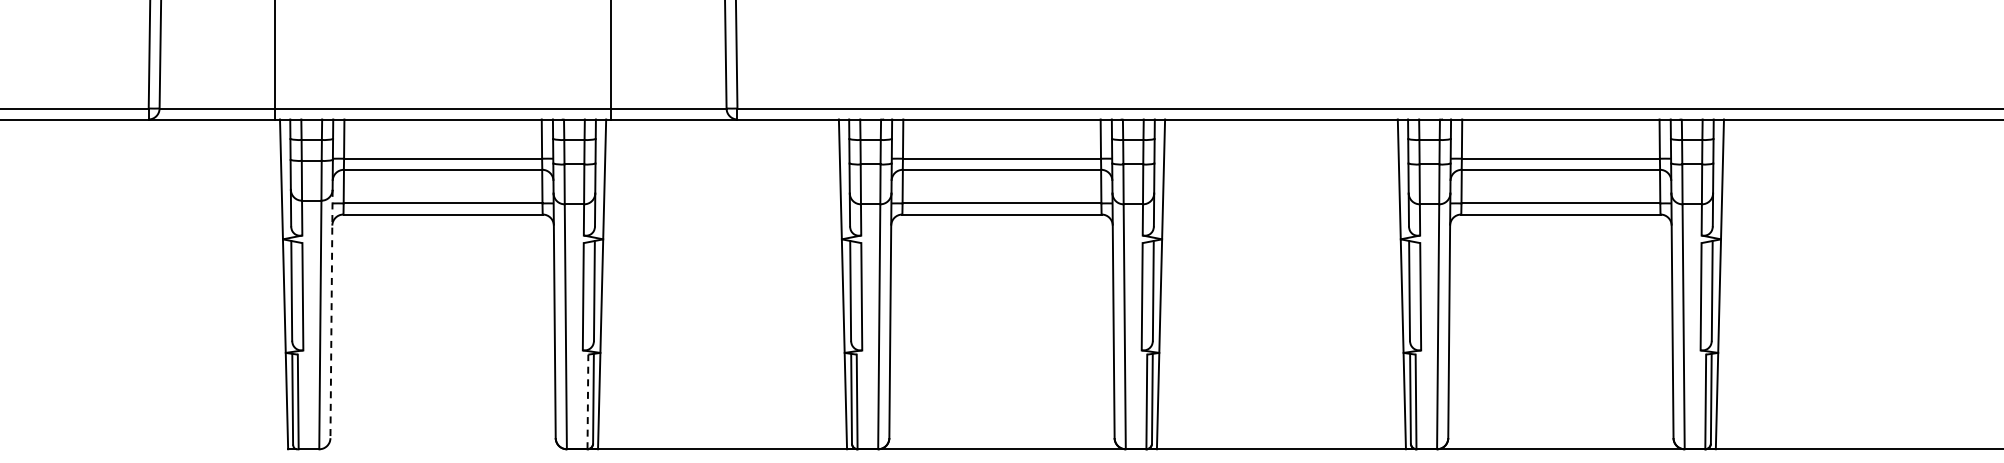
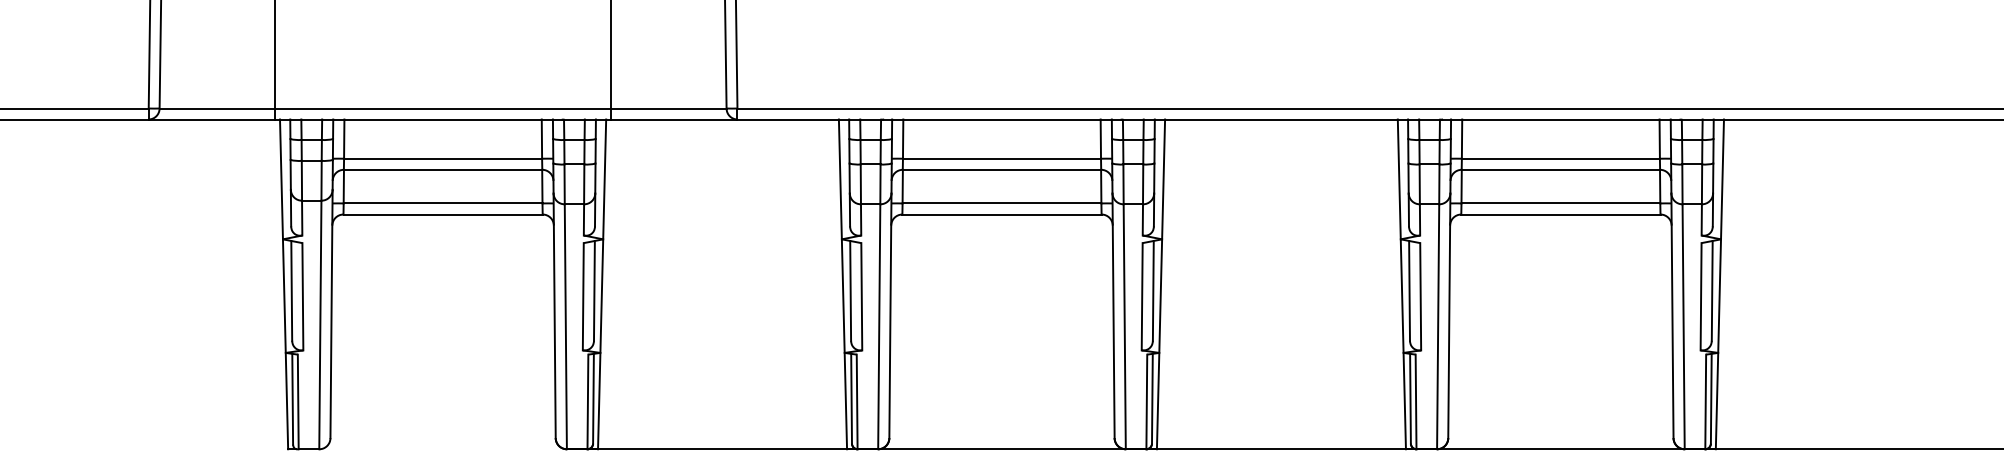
line at (331, 314): dashed -> solid
line at (587, 401): dashed -> solid
